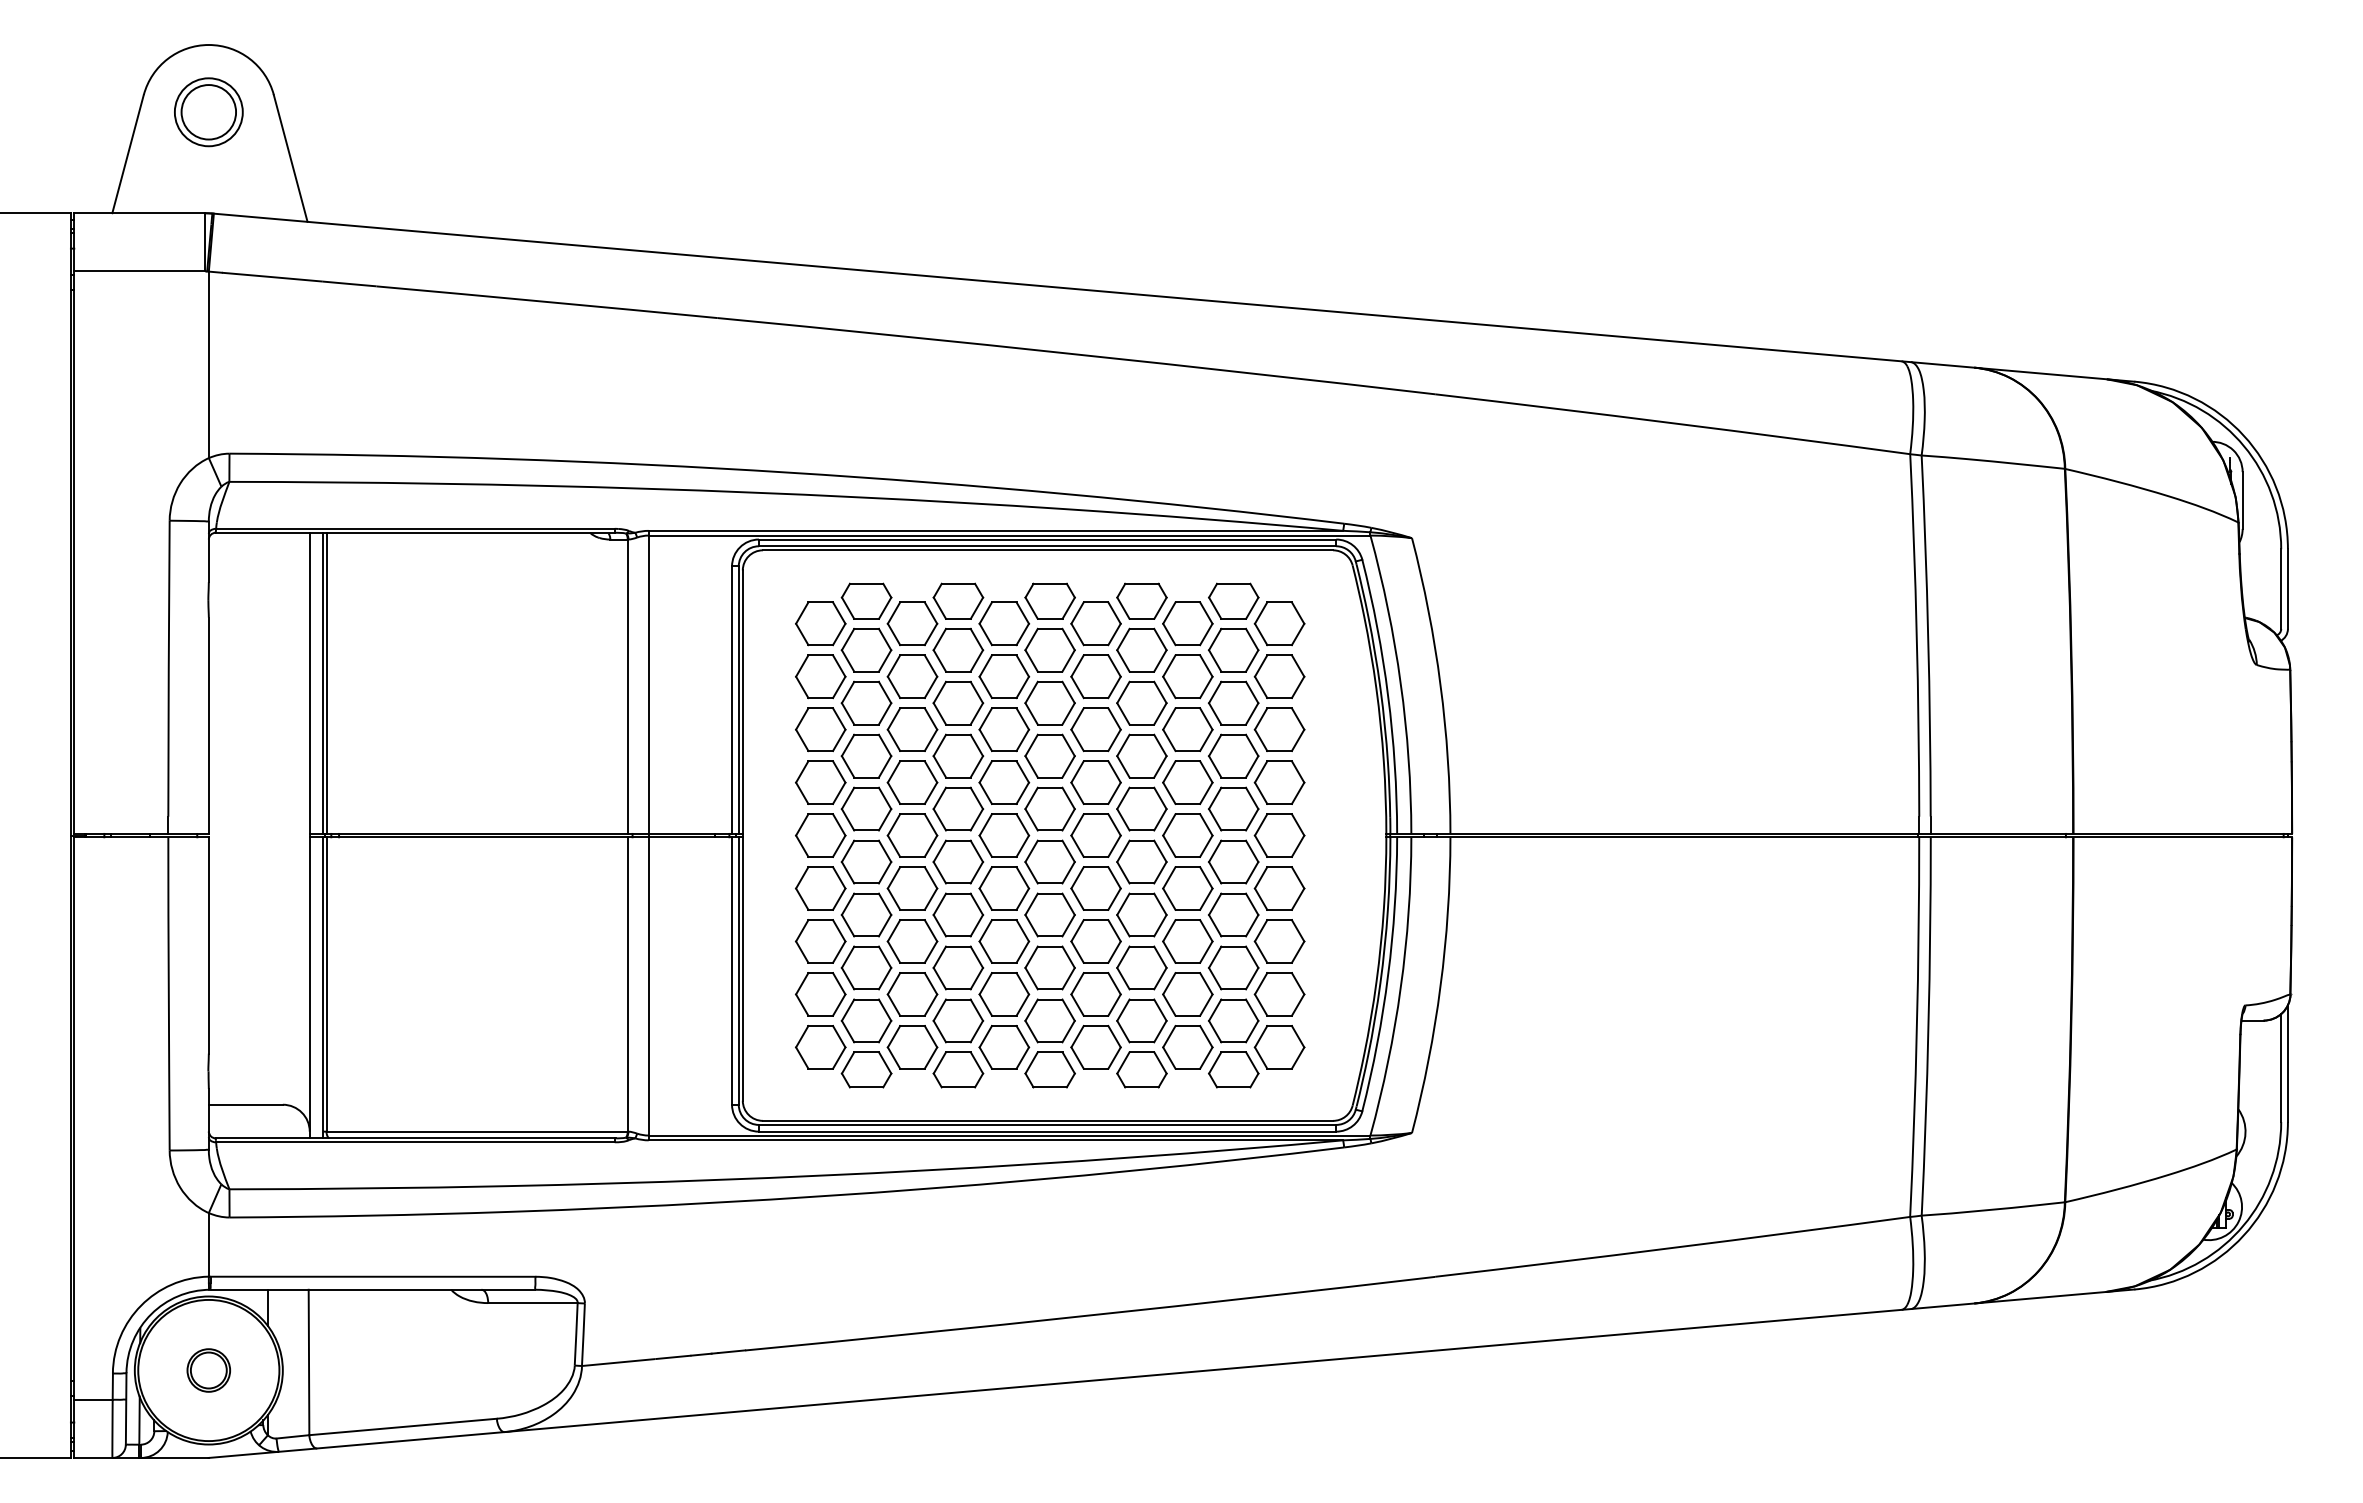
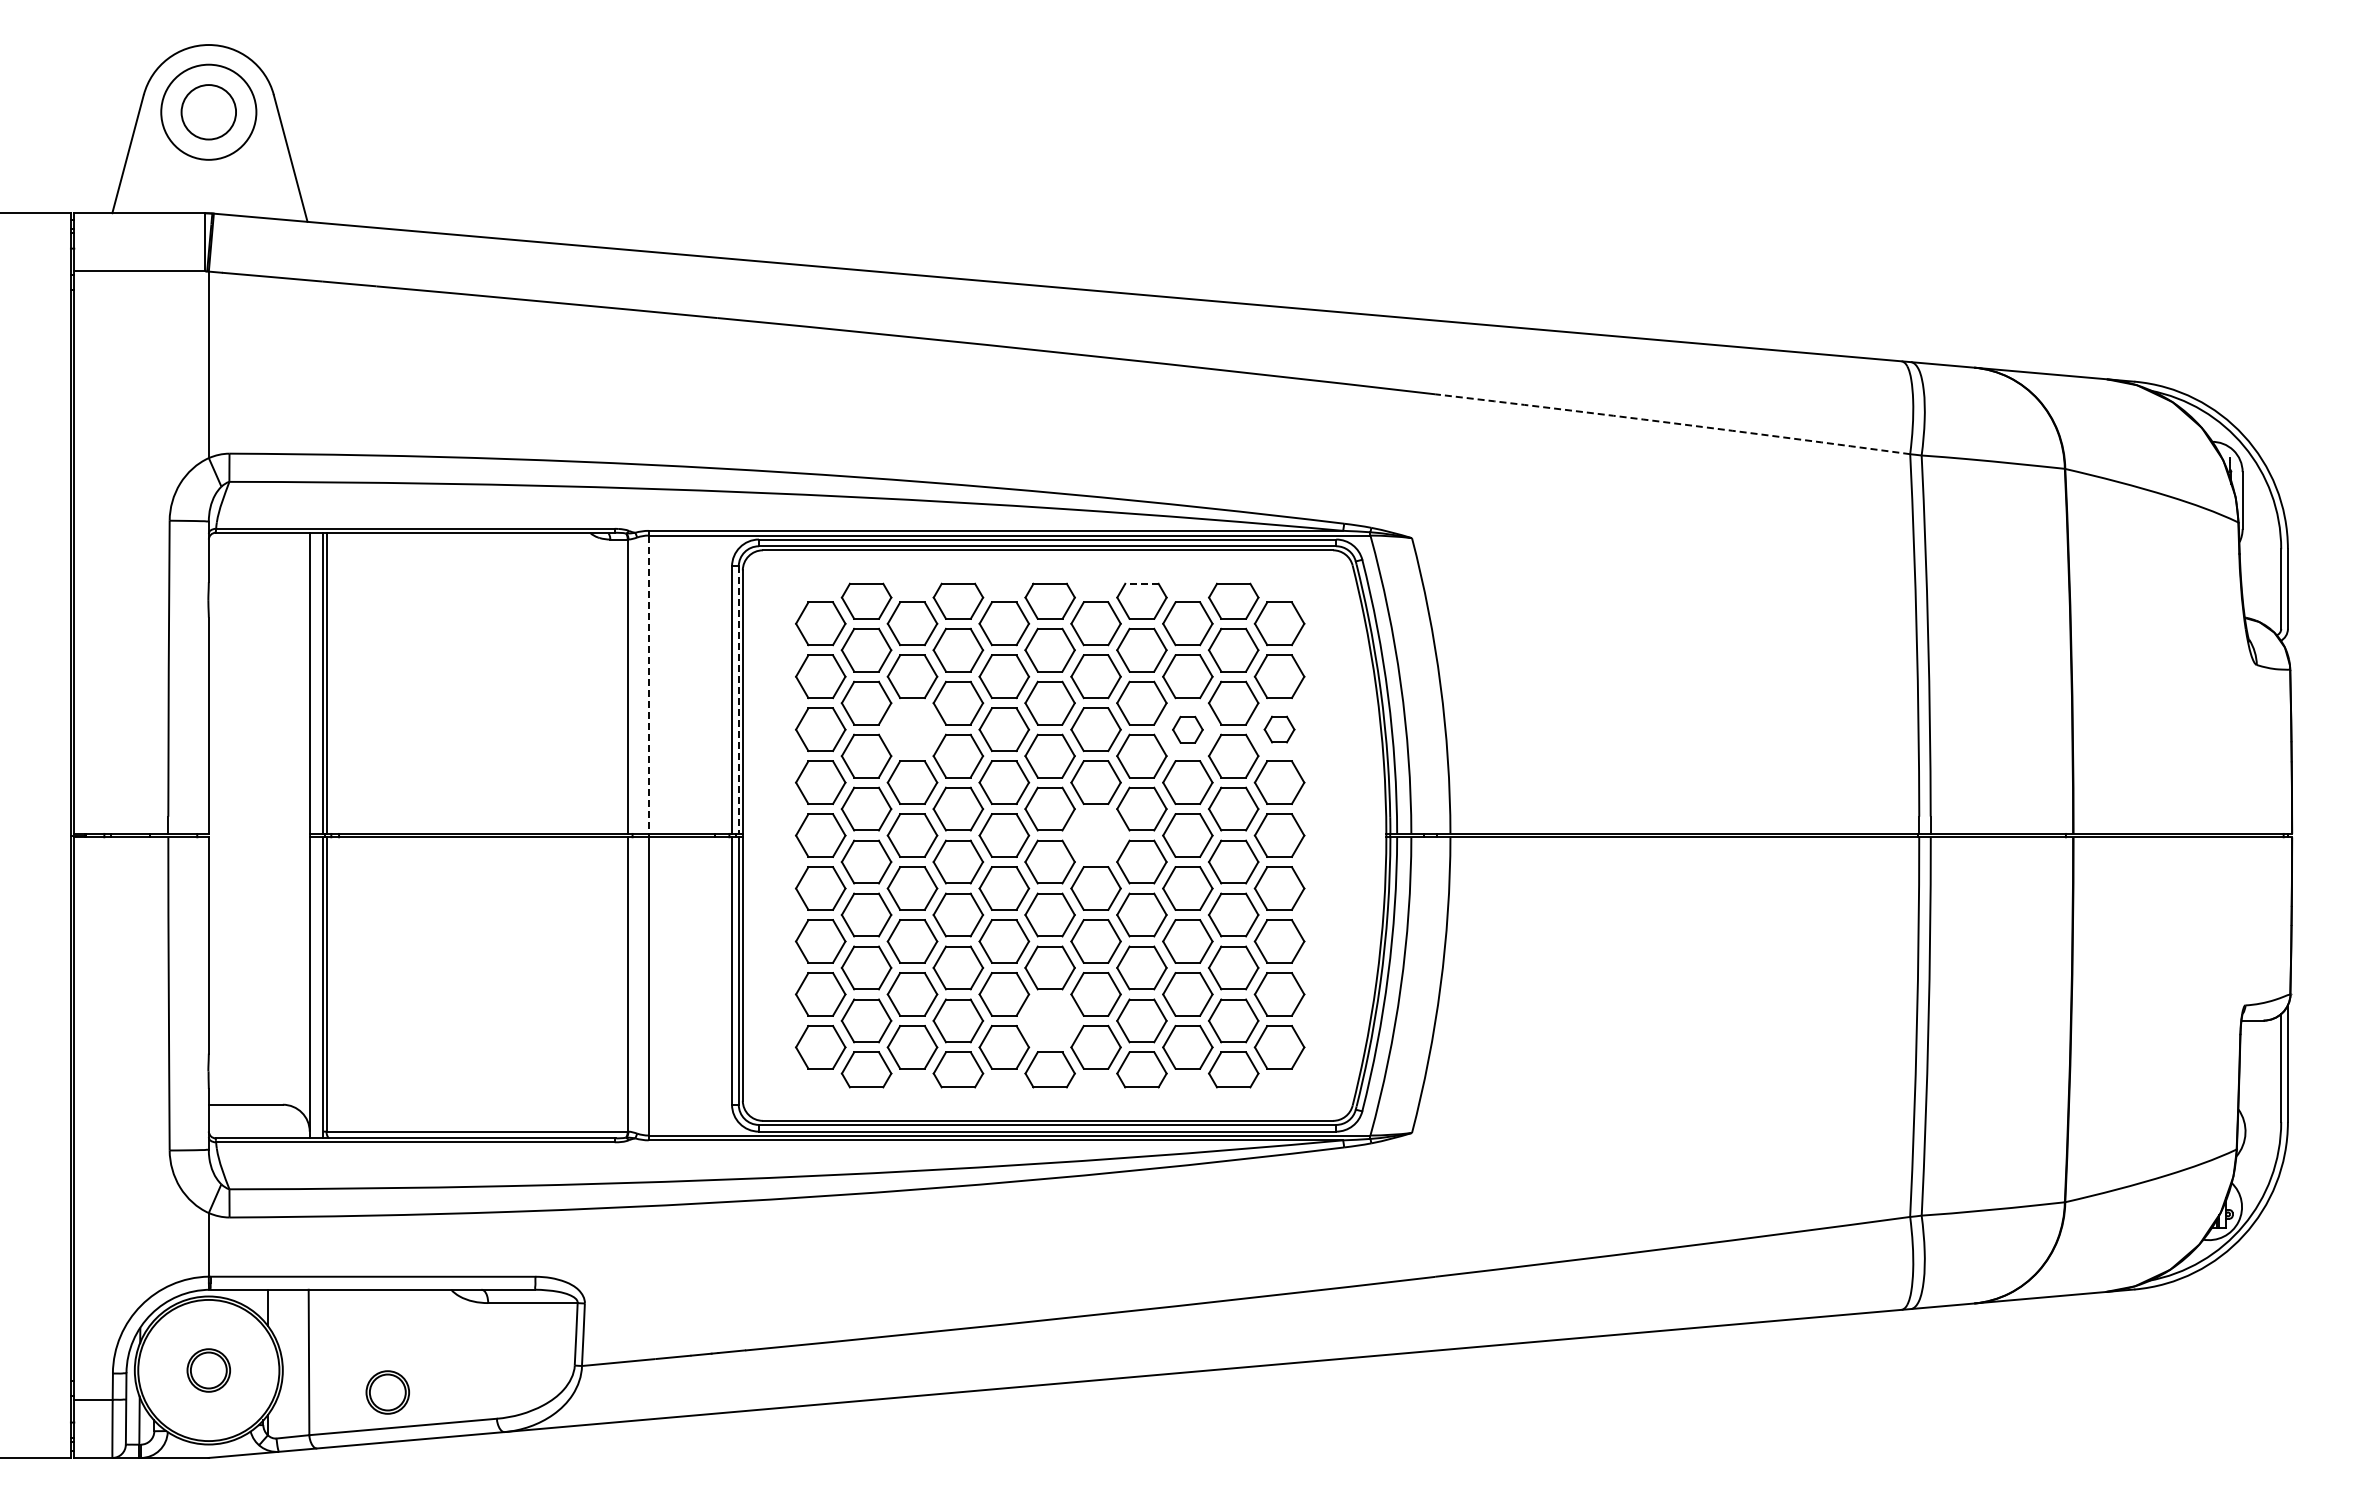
circle at (208, 112) diameter: 68 px -> 95 px
arc at (1672, 423): solid -> dashed
line at (1141, 583): solid -> dashed
line at (648, 686): solid -> dashed
line at (738, 700): solid -> dashed
part at (912, 729): present -> none
part at (1187, 729) size: 52x46 px -> 32x29 px
part at (1279, 729) size: 53x45 px -> 33x29 px
part at (1095, 835): present -> none
part at (1049, 1020): present -> none
part at (387, 1392): none -> present
